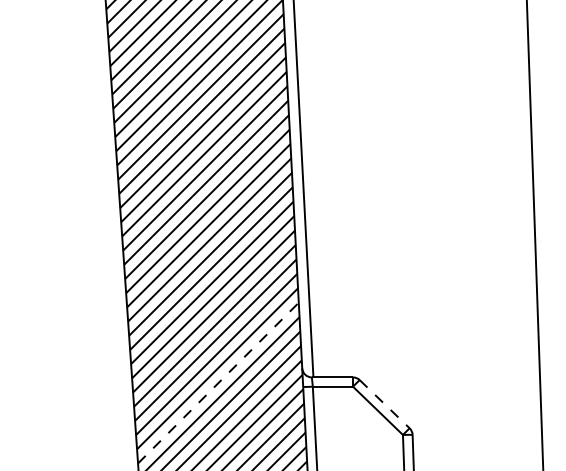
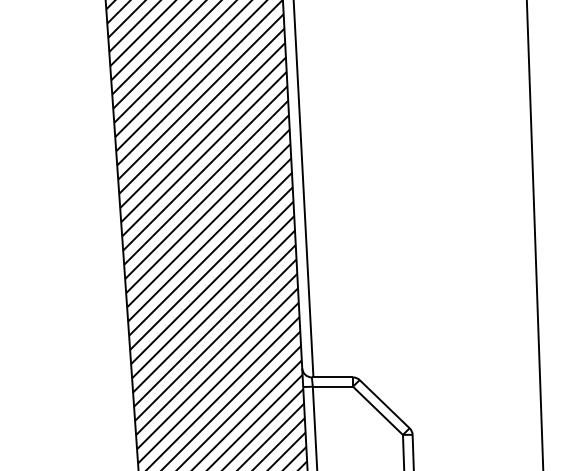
line at (218, 383): dashed -> solid
line at (384, 404): dashed -> solid
